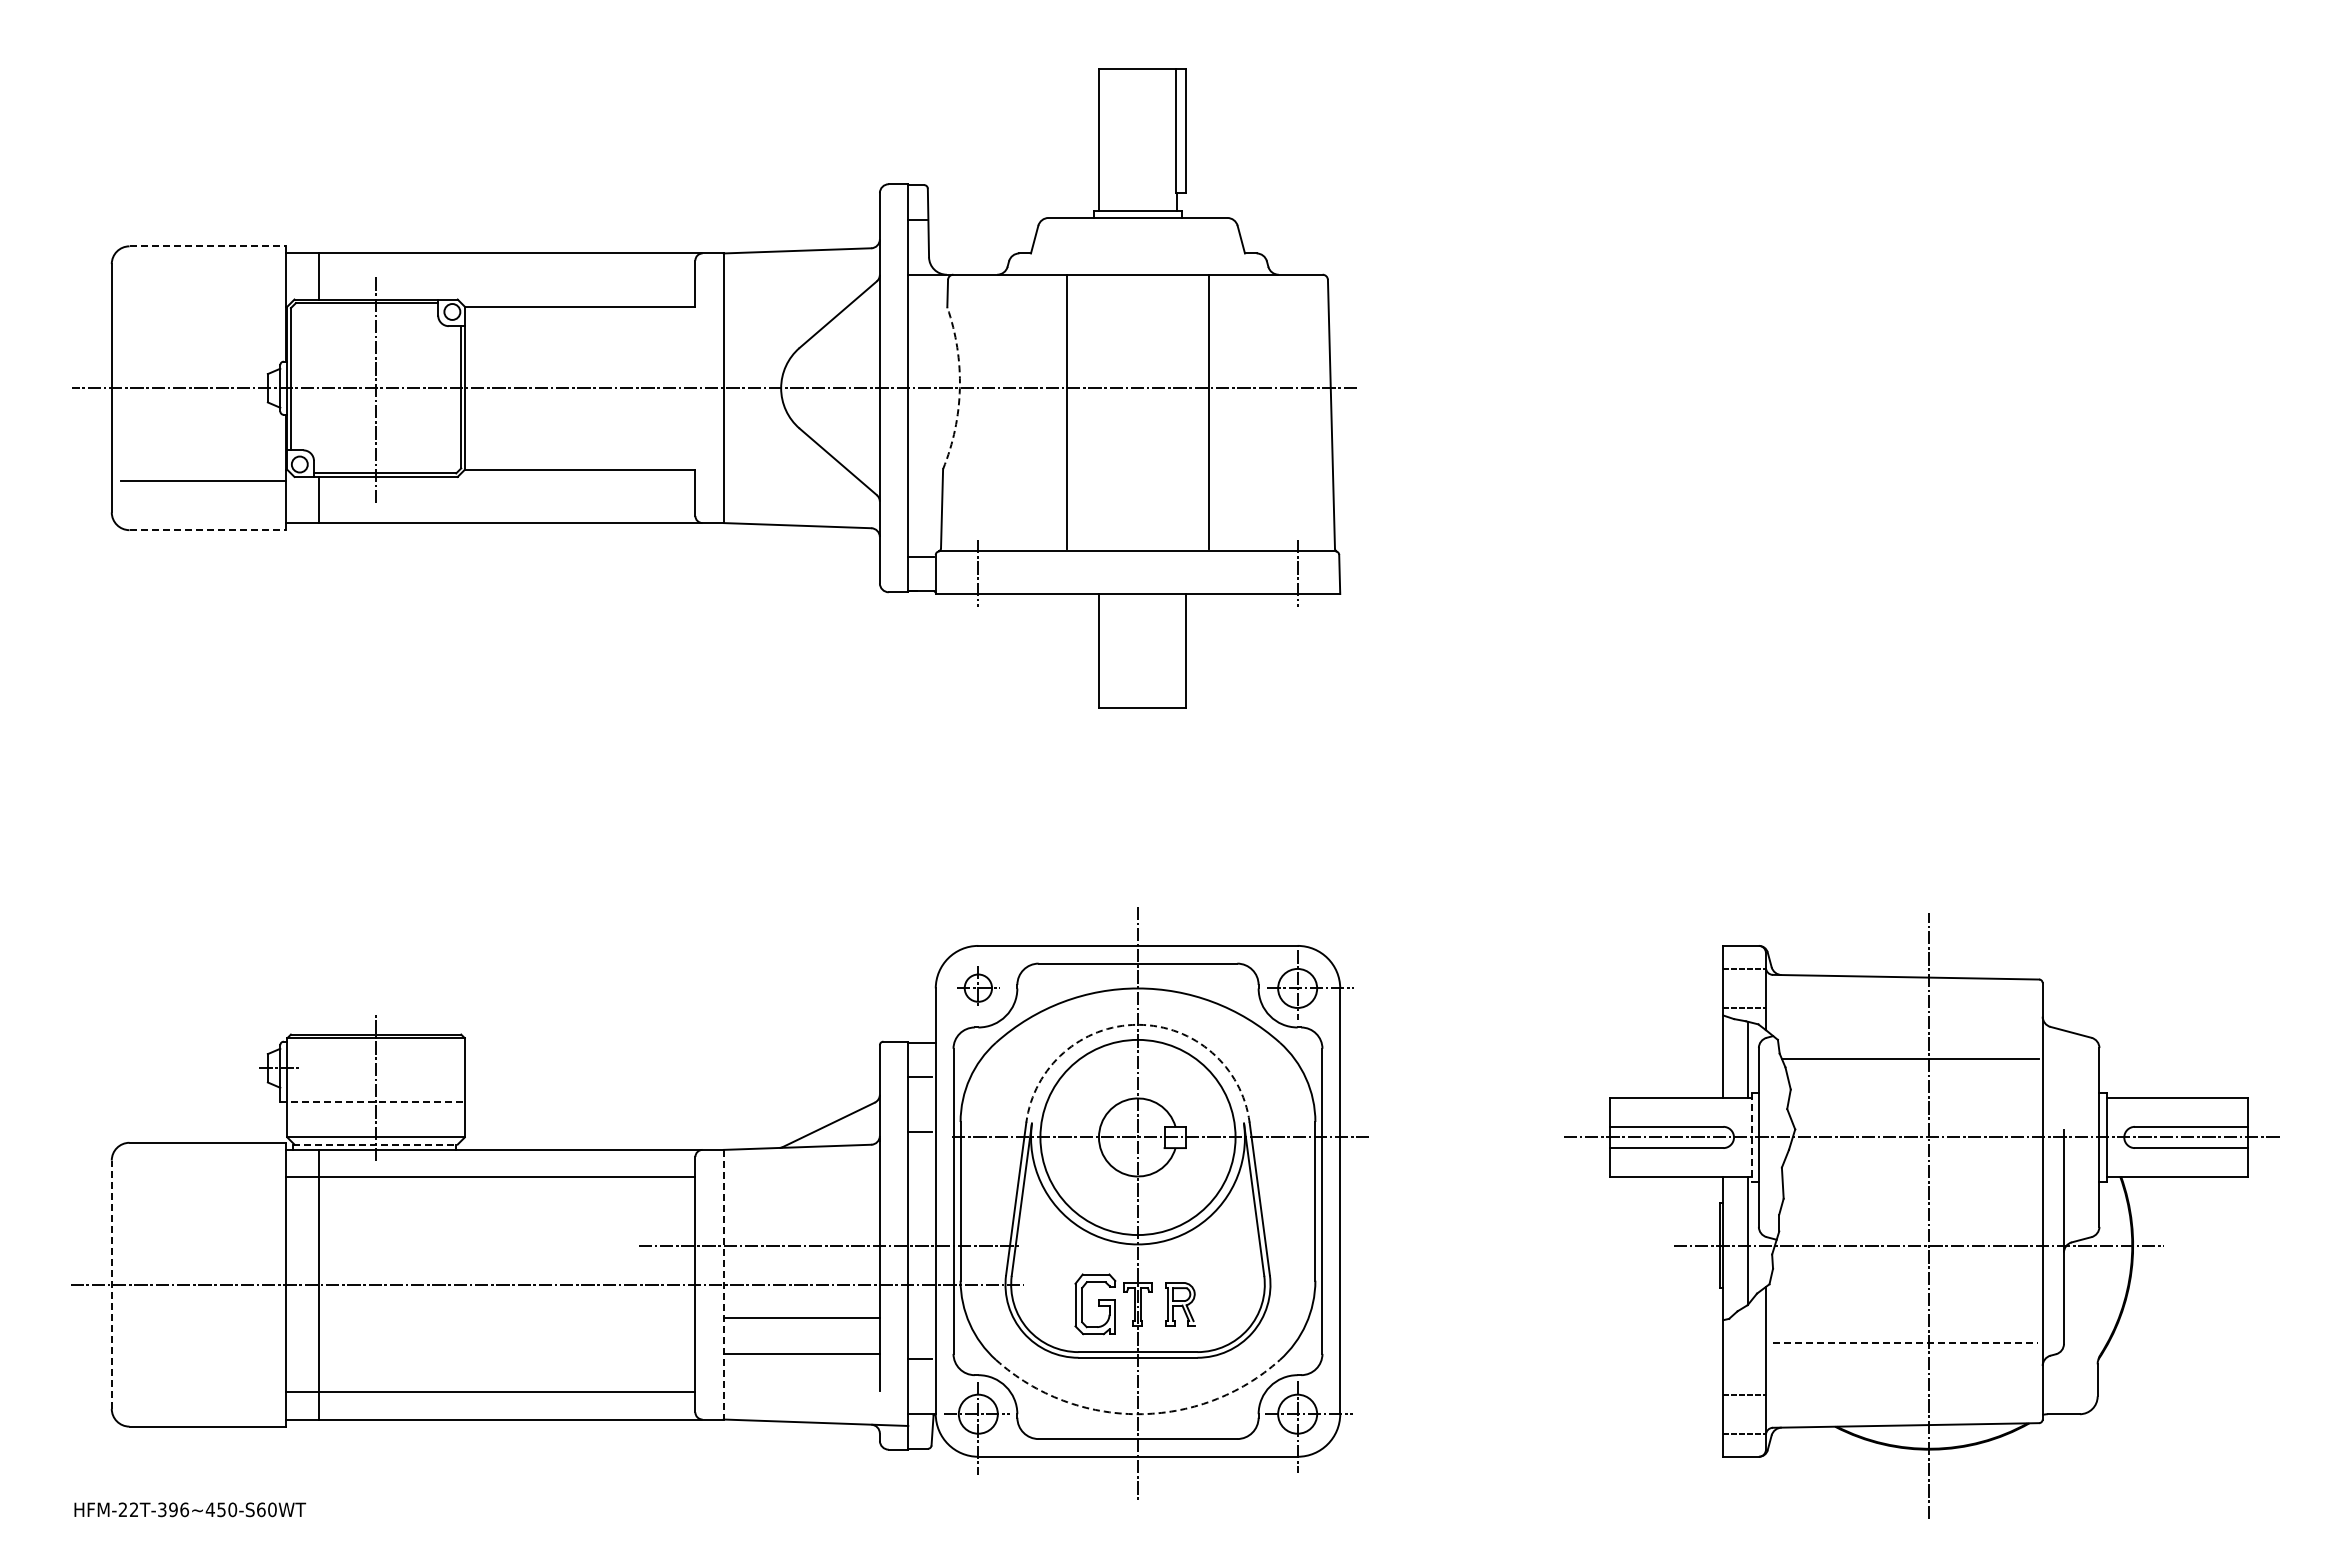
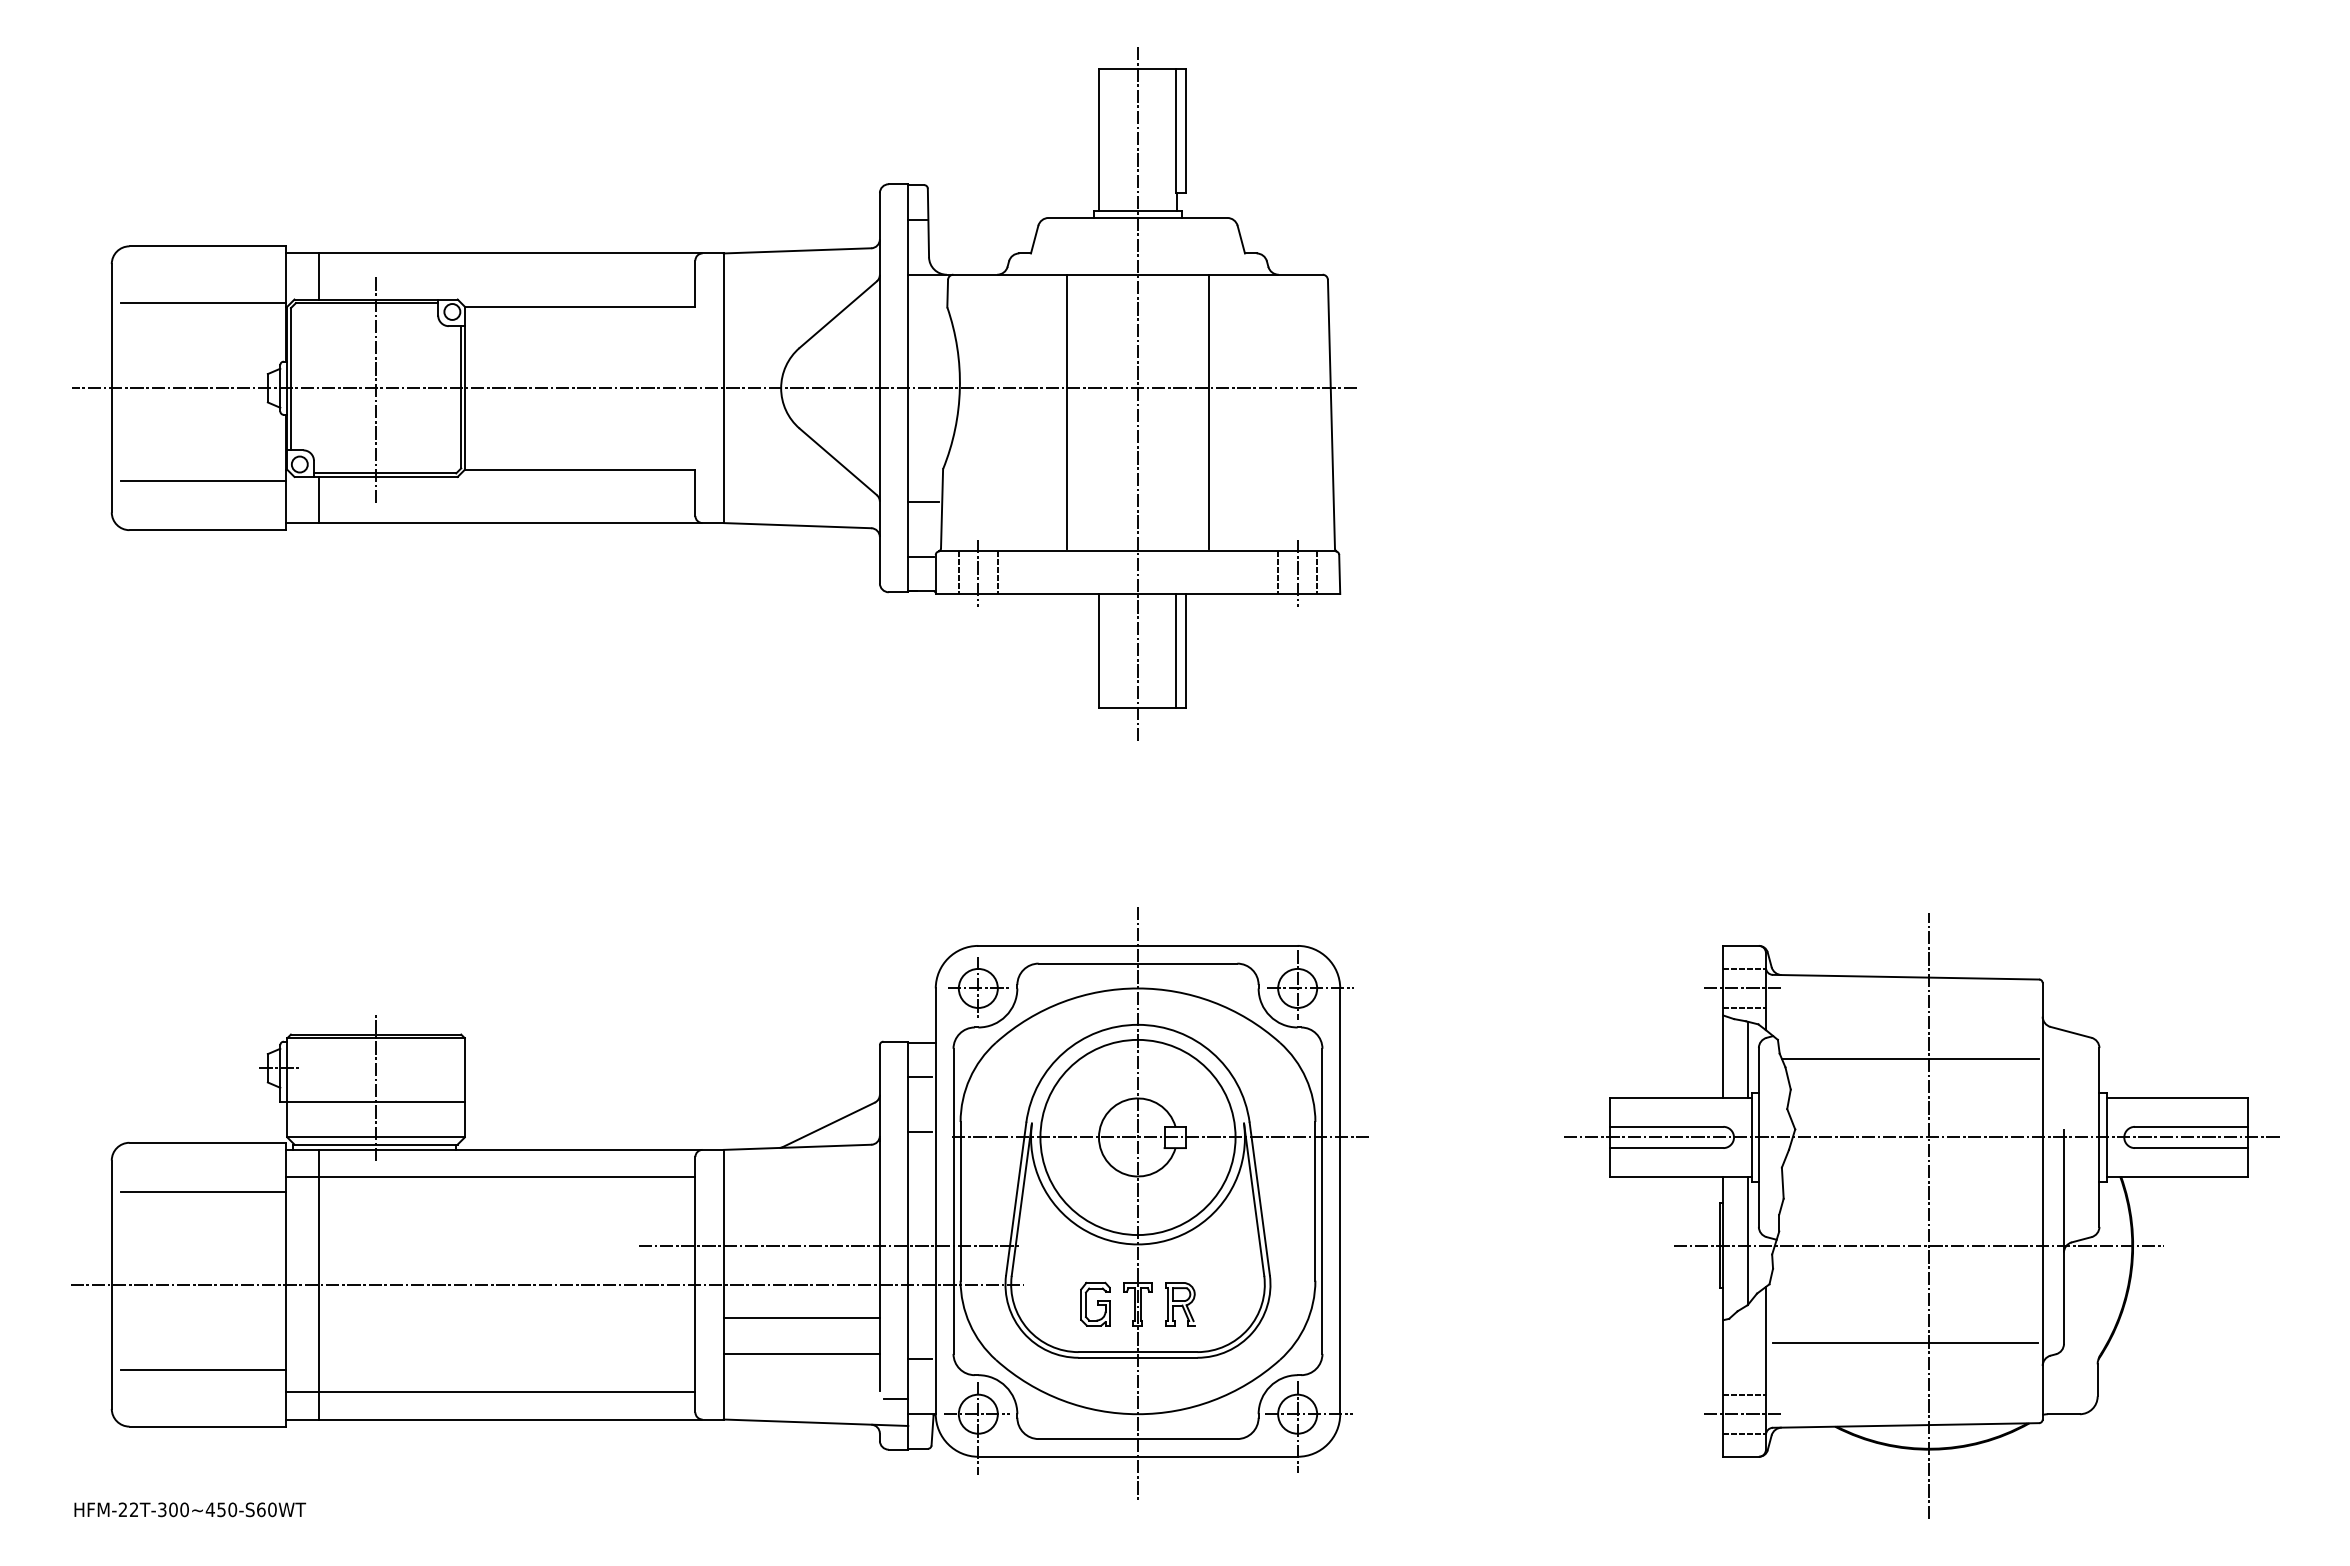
line at (208, 246): dashed -> solid
line at (202, 303): none -> present
arc at (959, 388): dashed -> solid
line at (1138, 394): none -> present
line at (923, 501): none -> present
line at (208, 530): dashed -> solid
line at (958, 572): none -> present
line at (997, 572): none -> present
line at (1278, 572): none -> present
line at (1317, 572): none -> present
line at (1175, 650): none -> present
part at (978, 985) size: 43x40 px -> 61x61 px
line at (1743, 988): none -> present
arc at (1138, 1024): dashed -> solid
line at (373, 1102): dashed -> solid
line at (1751, 1137): dashed -> solid
line at (375, 1144): dashed -> solid
line at (202, 1192): none -> present
line at (111, 1284): dashed -> solid
line at (723, 1284): dashed -> solid
part at (1095, 1304) size: 43x63 px -> 31x46 px
line at (1905, 1343): dashed -> solid
line at (202, 1369): none -> present
line at (895, 1398): none -> present
arc at (1138, 1414): dashed -> solid
line at (1743, 1414): none -> present
text at (179, 1509): HFM-22T-396~450-S60WT -> HFM-22T-300~450-S60WT
